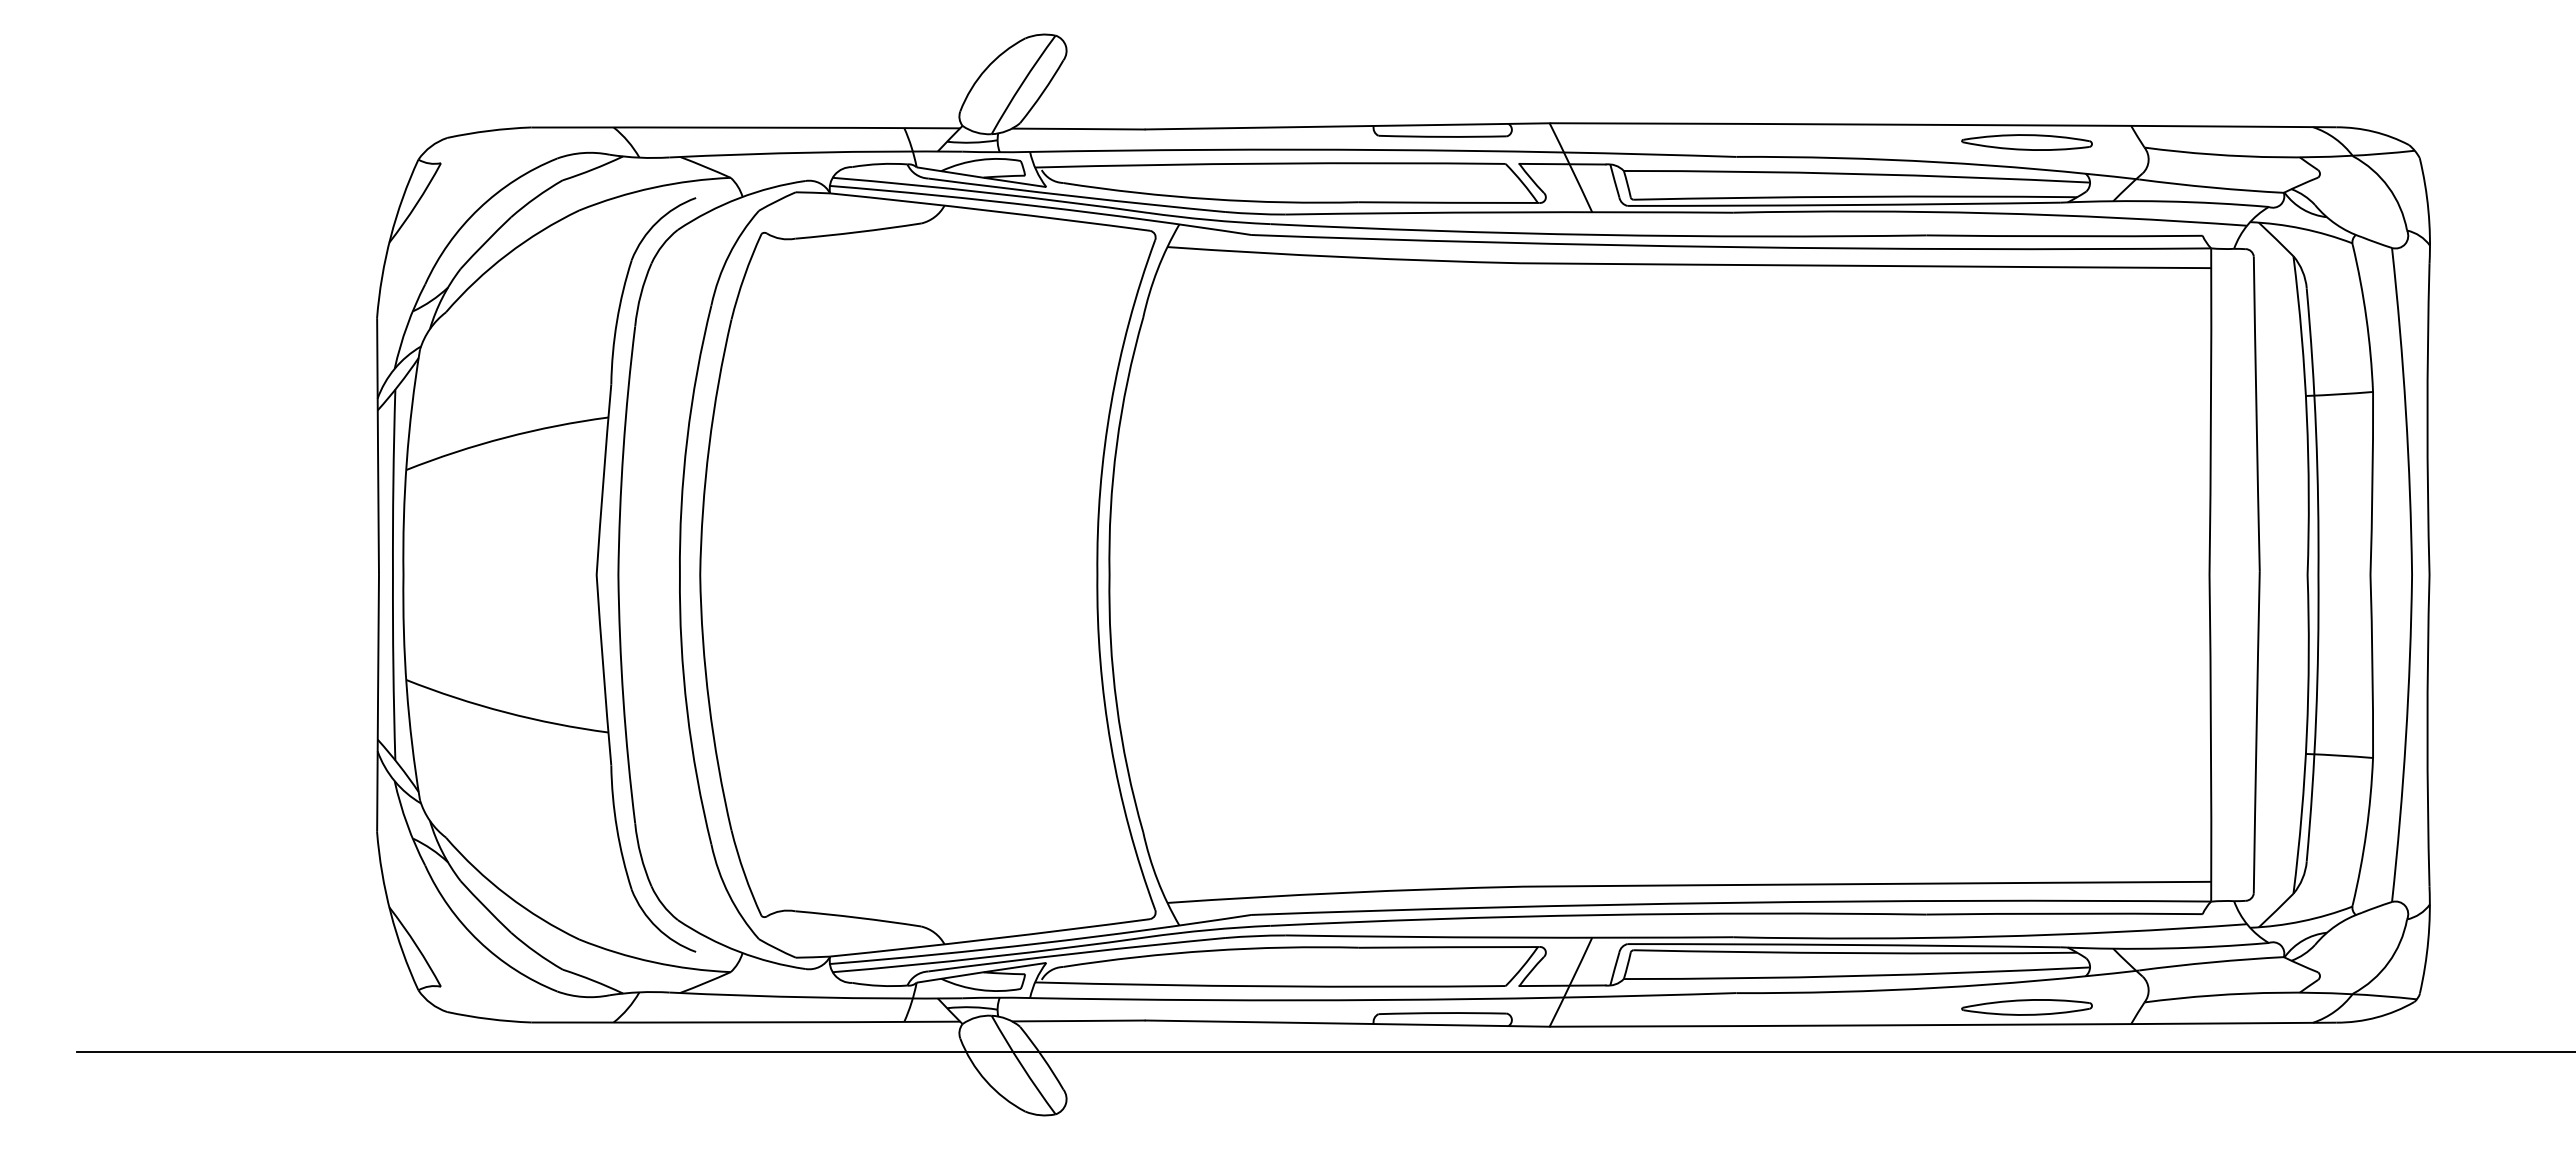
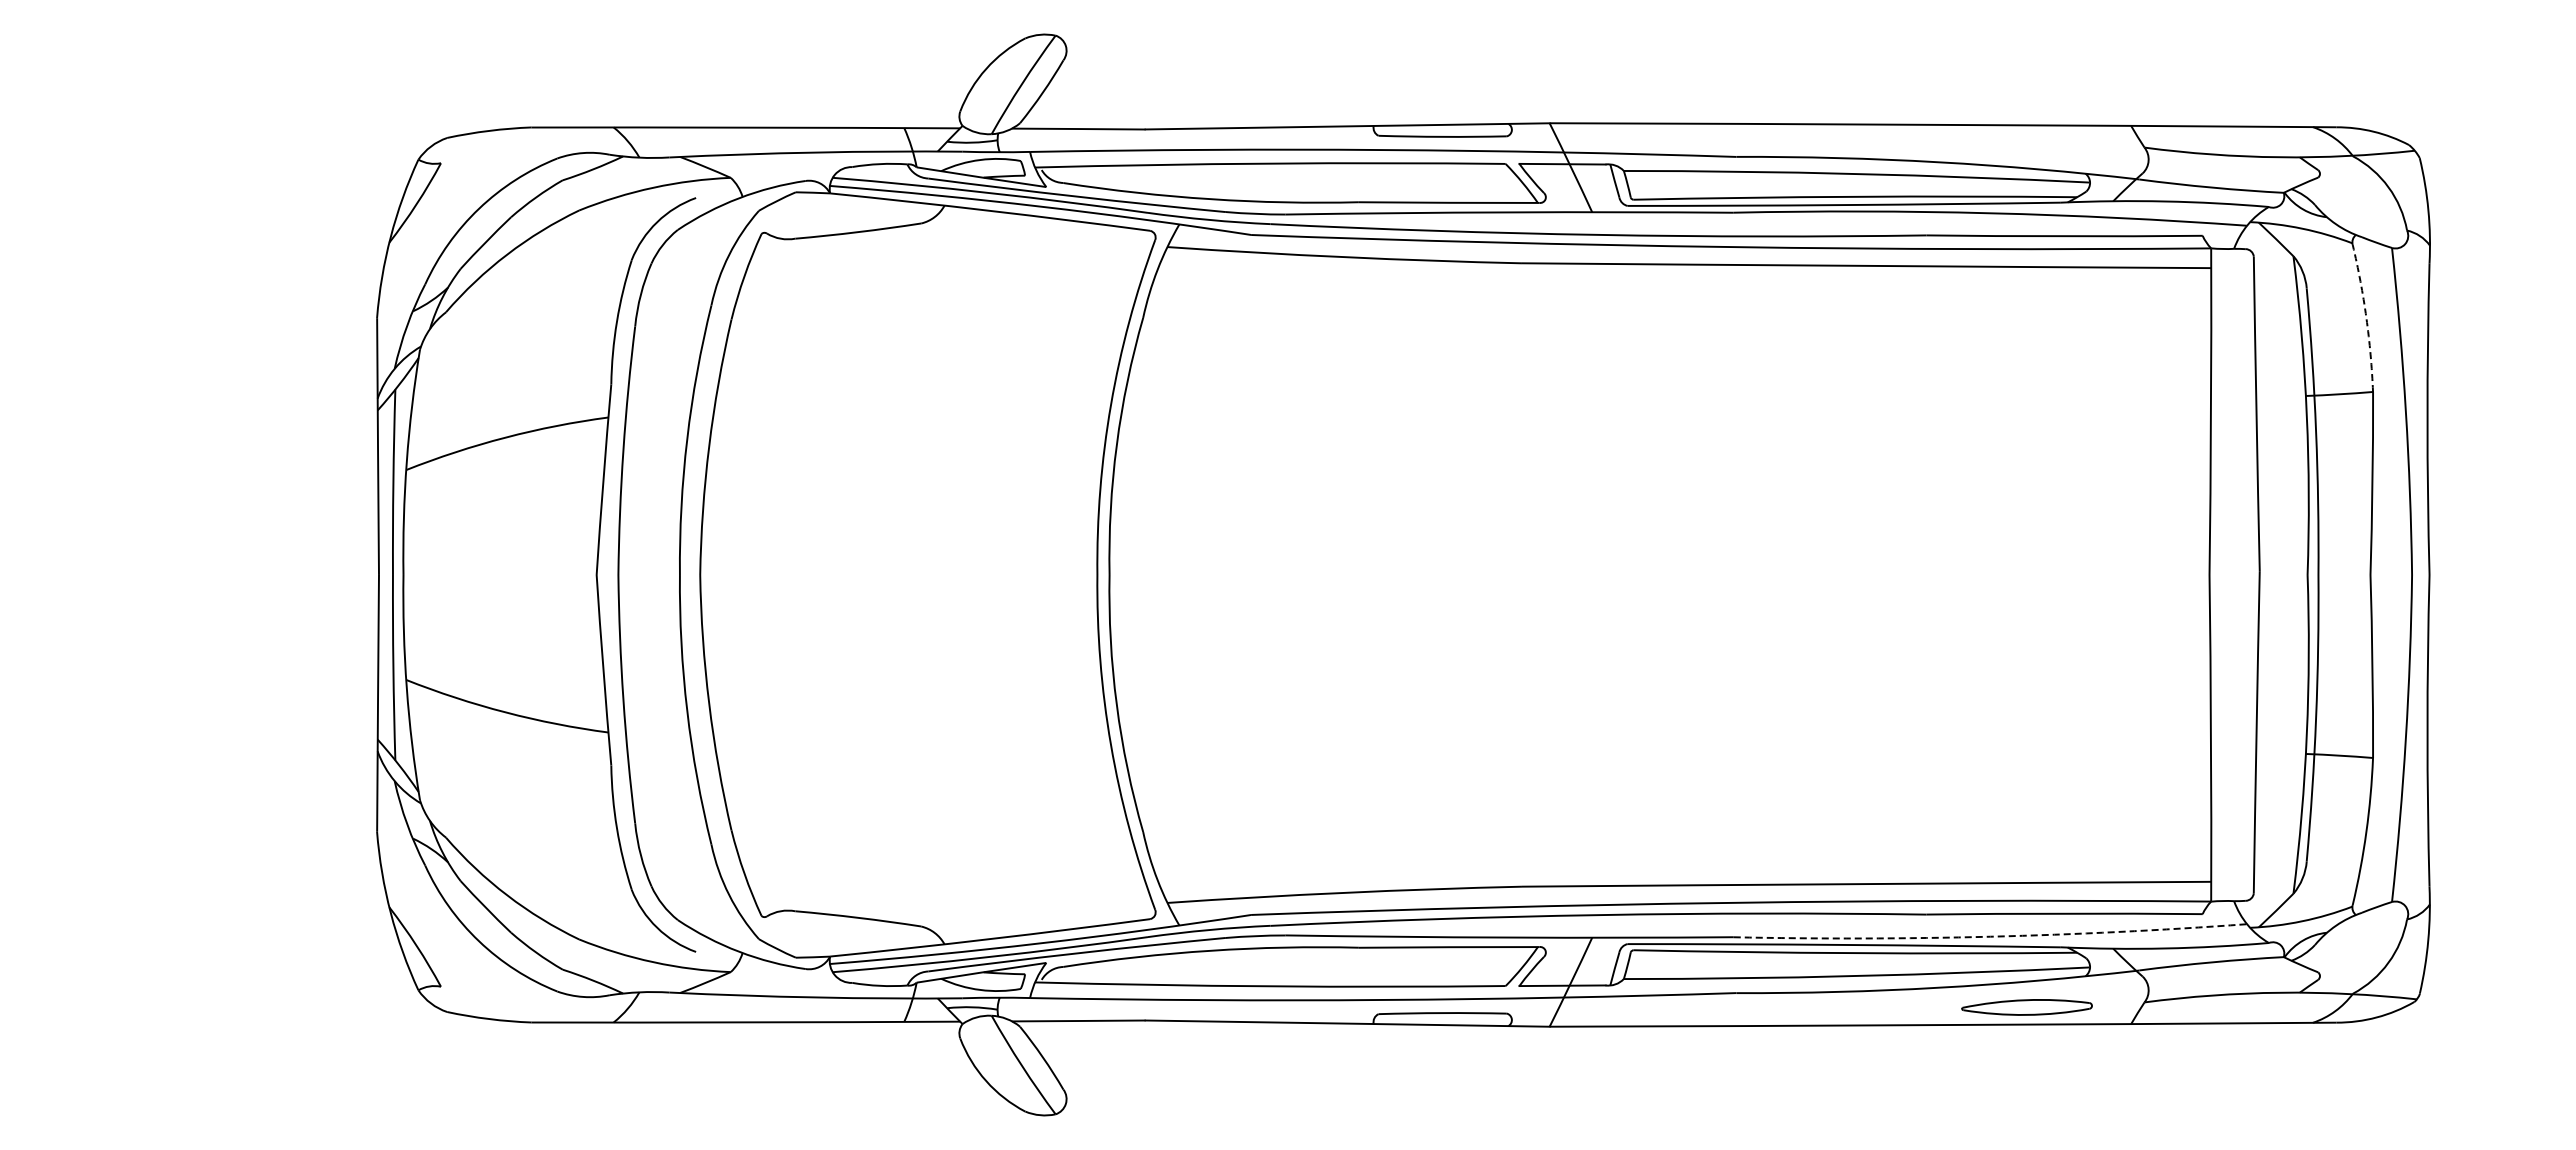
part at (2026, 142): present -> none
arc at (2366, 318): solid -> dashed
arc at (1990, 936): solid -> dashed
line at (1324, 1051): present -> none
